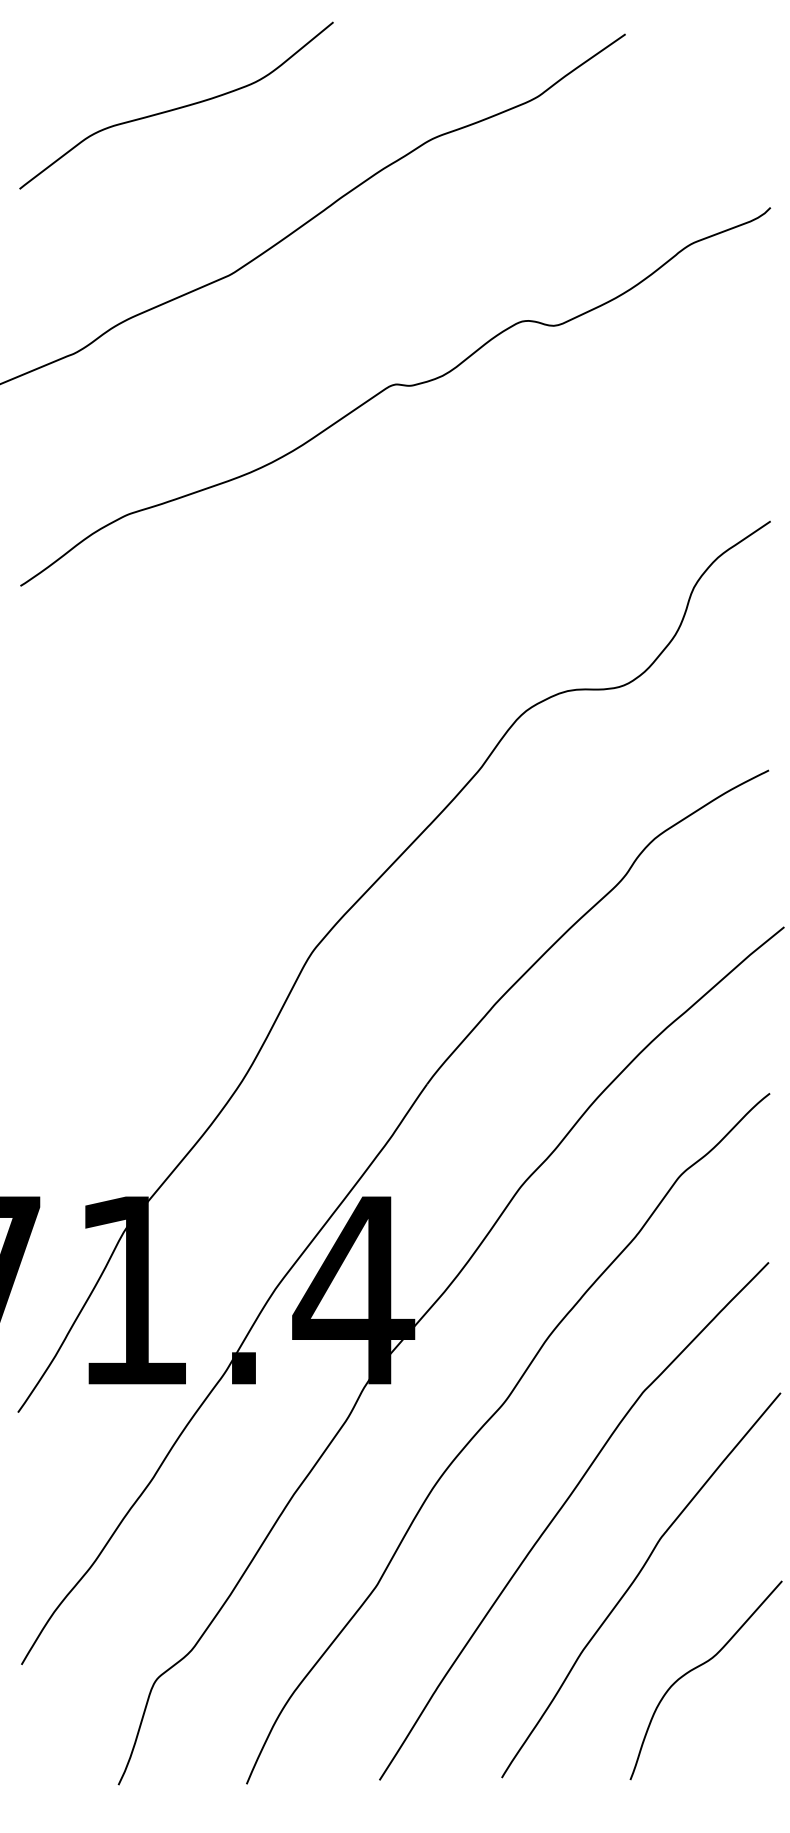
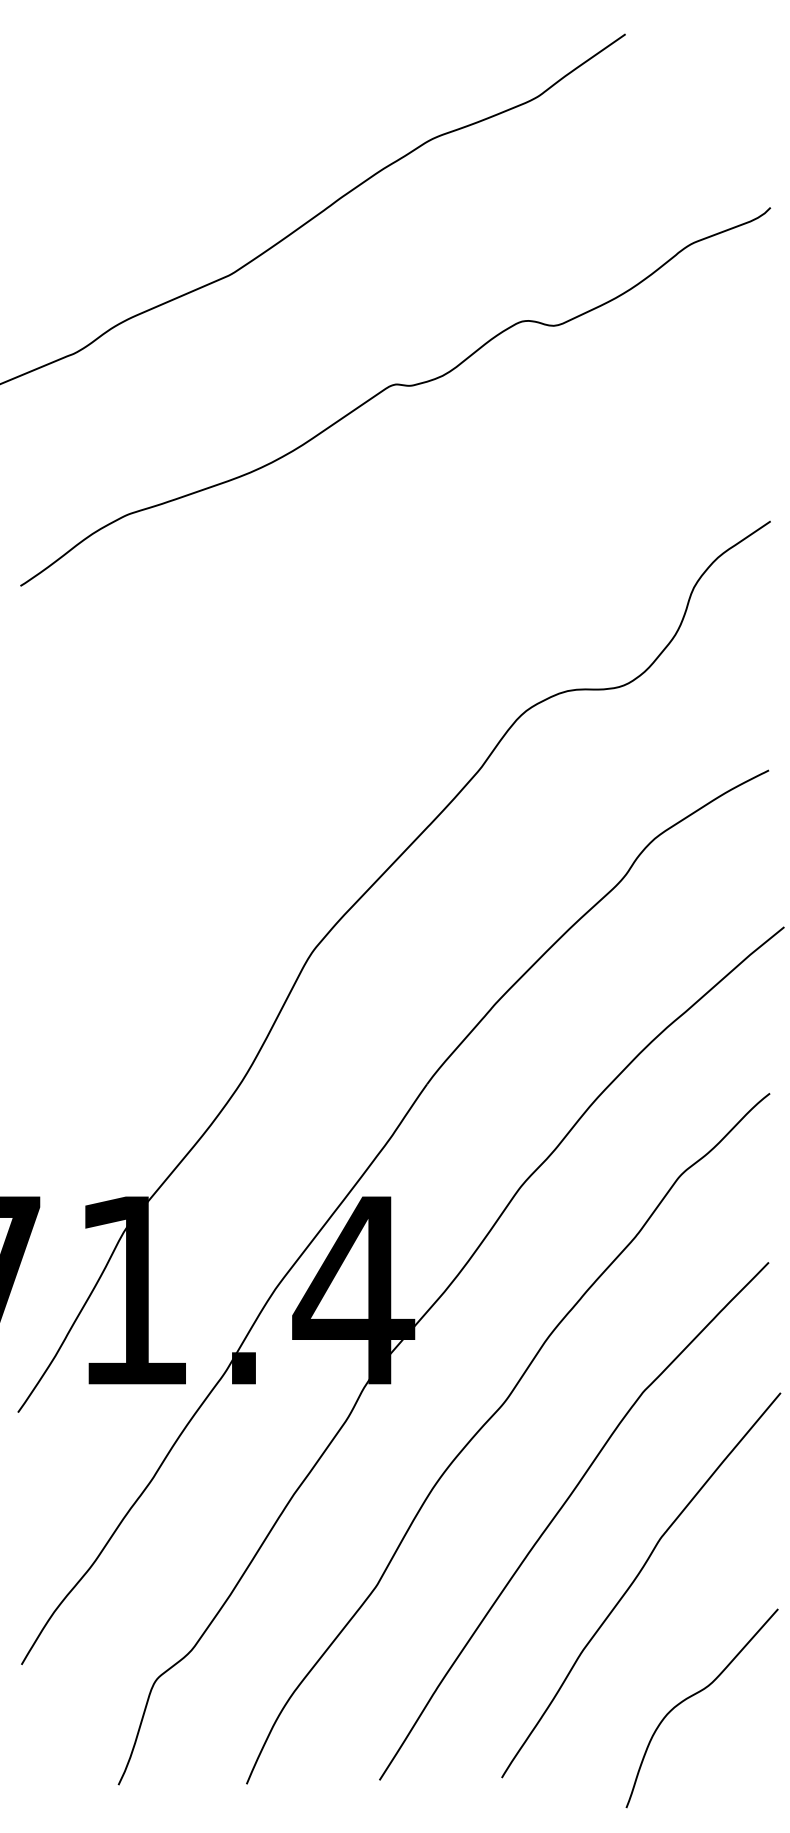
curve at (177, 107): present -> none
curve at (698, 1667) position: (698, 1667) -> (694, 1695)
